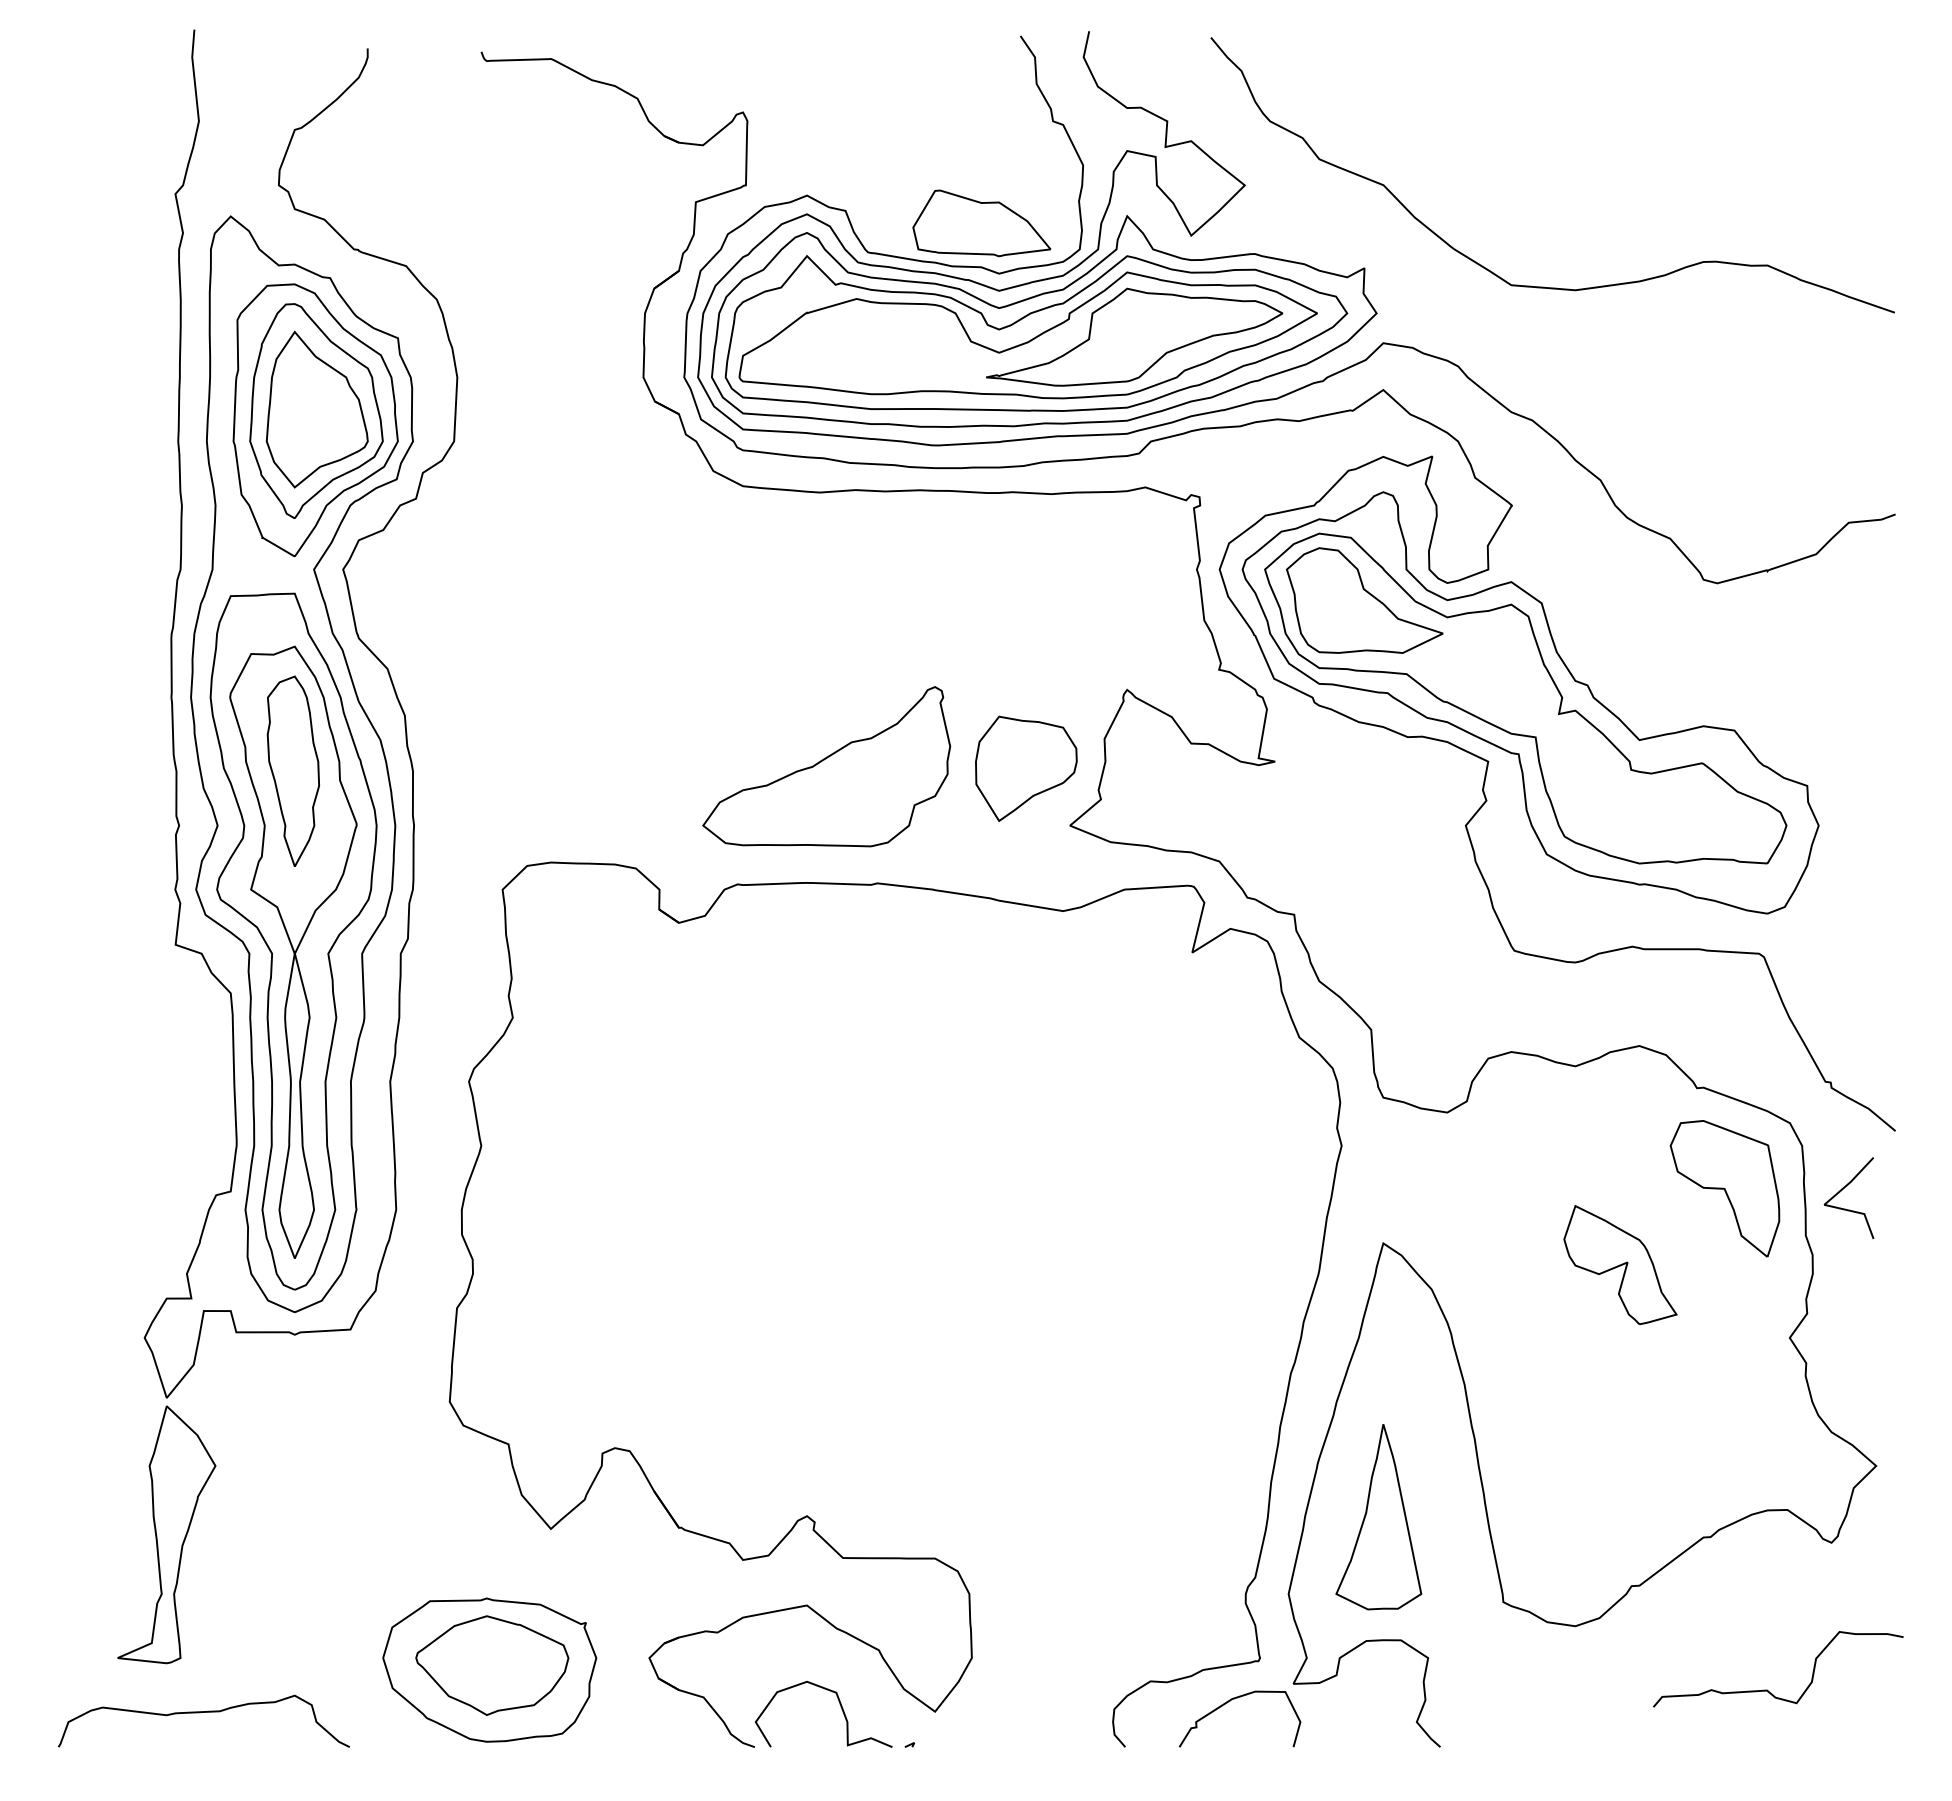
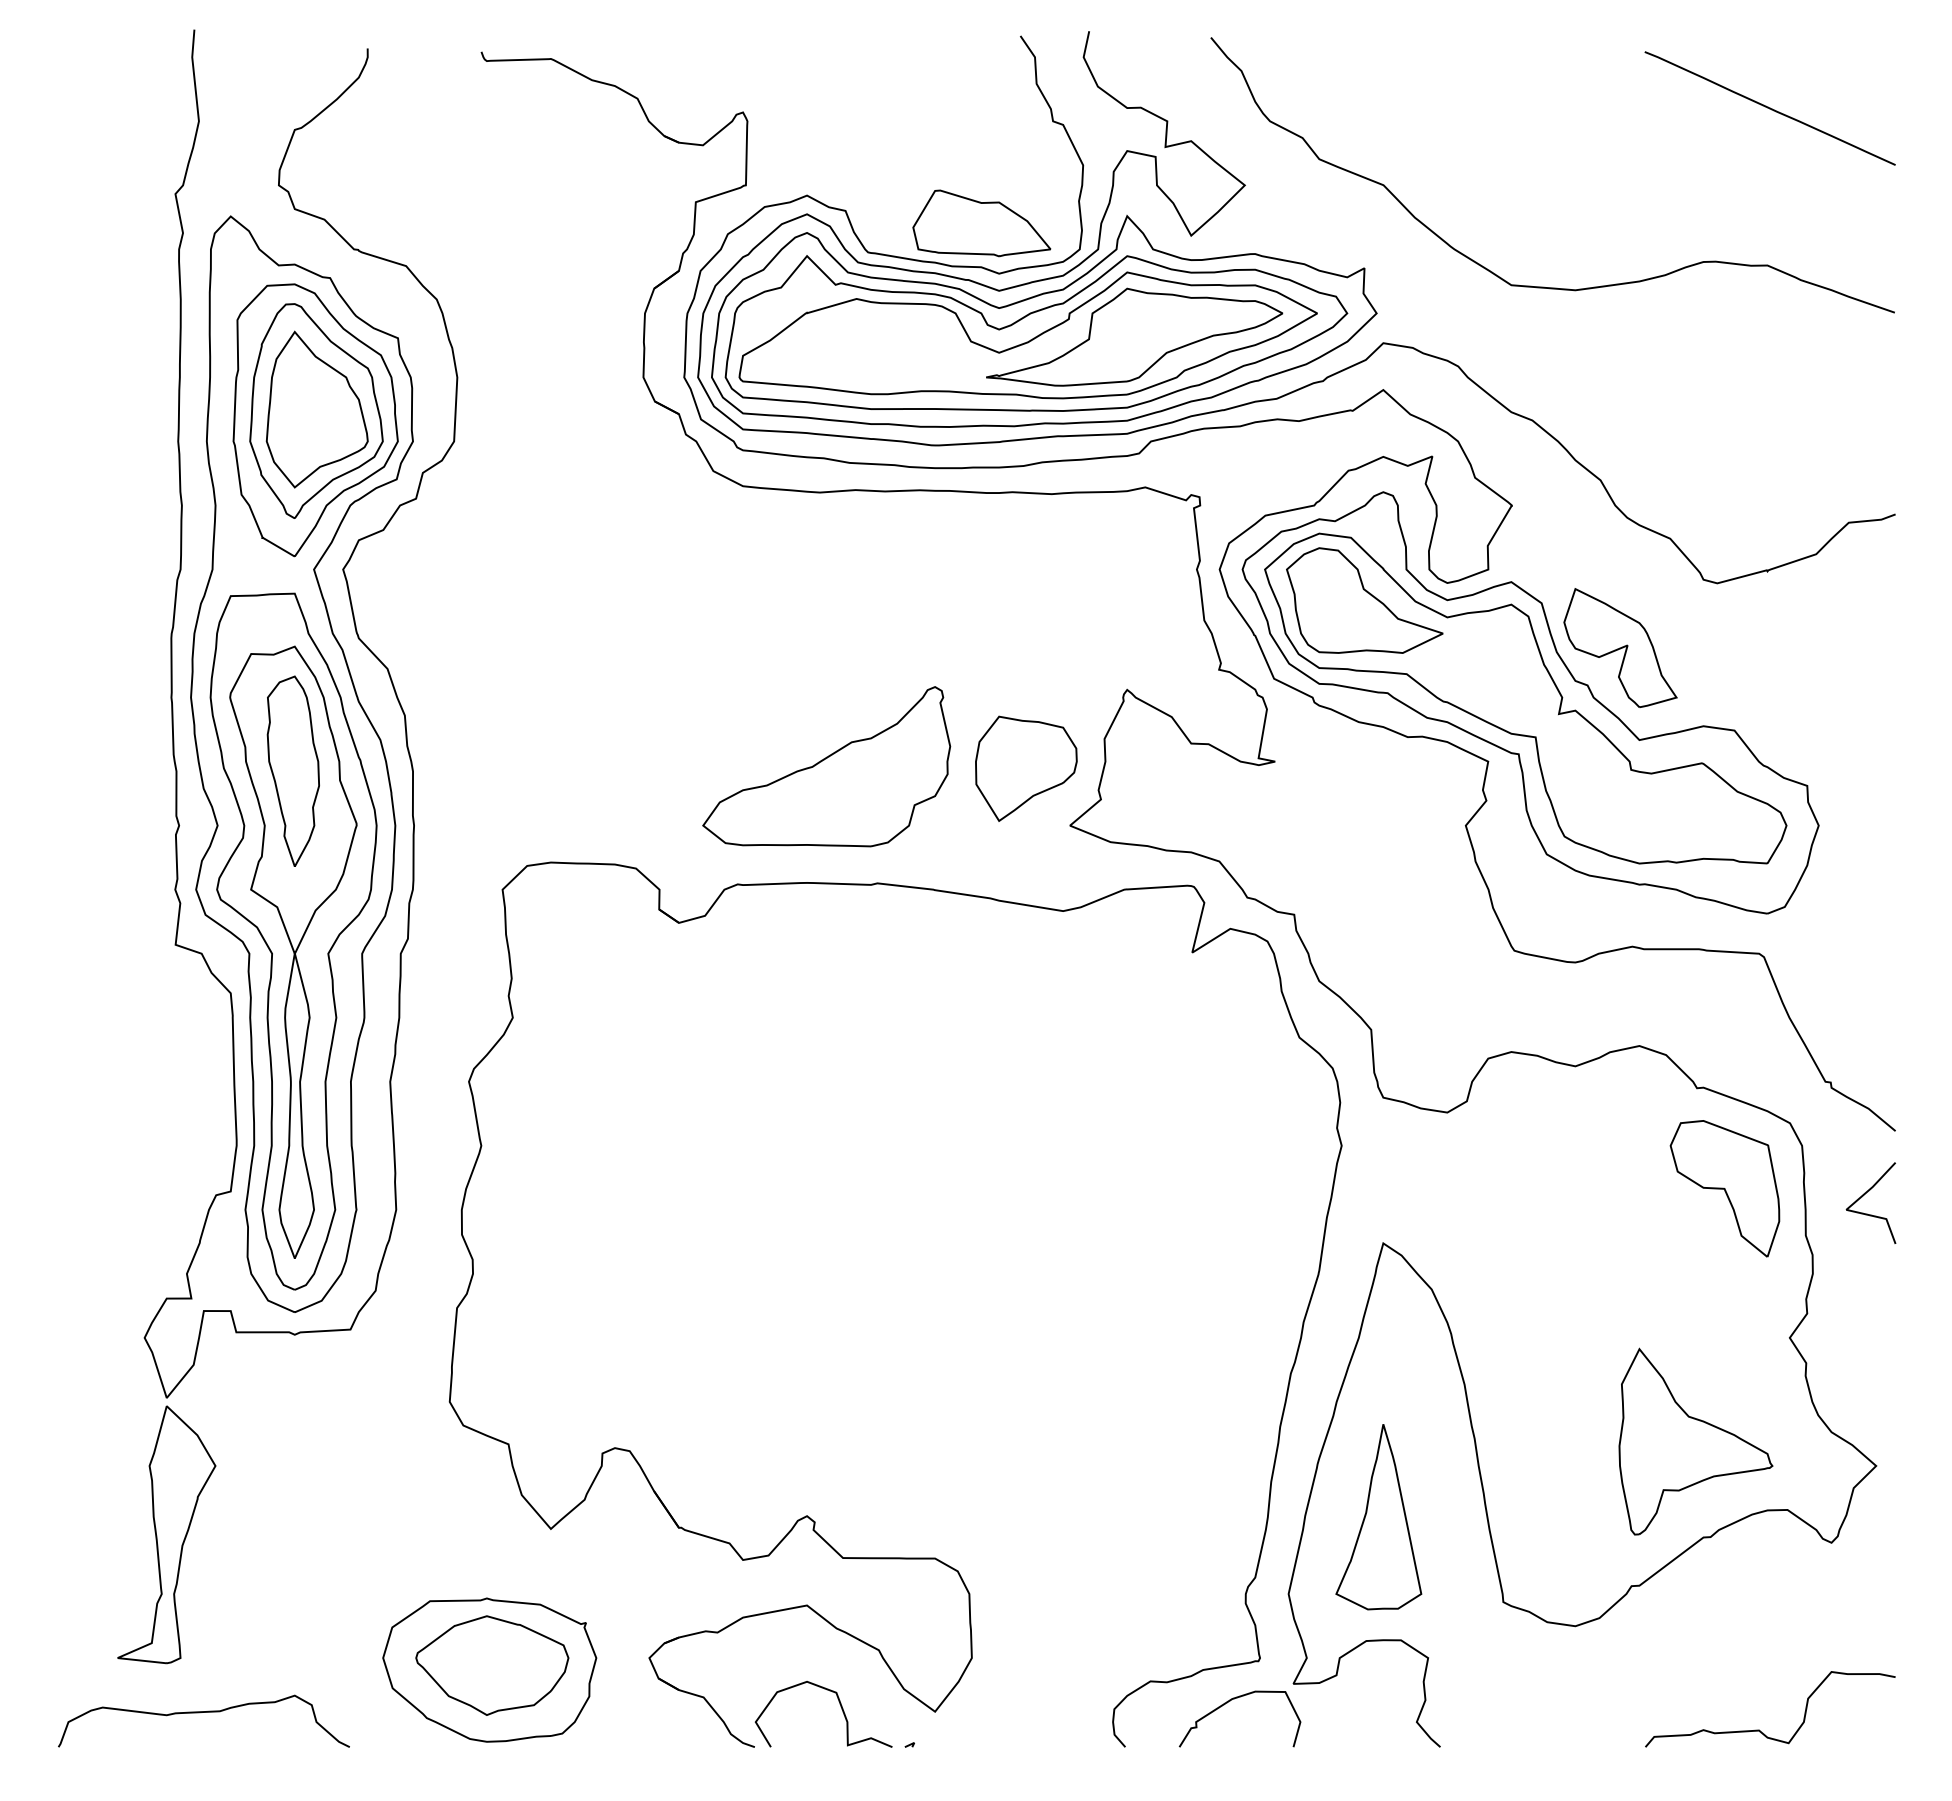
line at (1769, 108): none -> present
line at (1842, 1190) position: (1842, 1190) -> (1864, 1195)
part at (1620, 1264) position: (1620, 1264) -> (1620, 647)
part at (1695, 1441): none -> present
curve at (1767, 1689) position: (1767, 1689) -> (1759, 1729)
